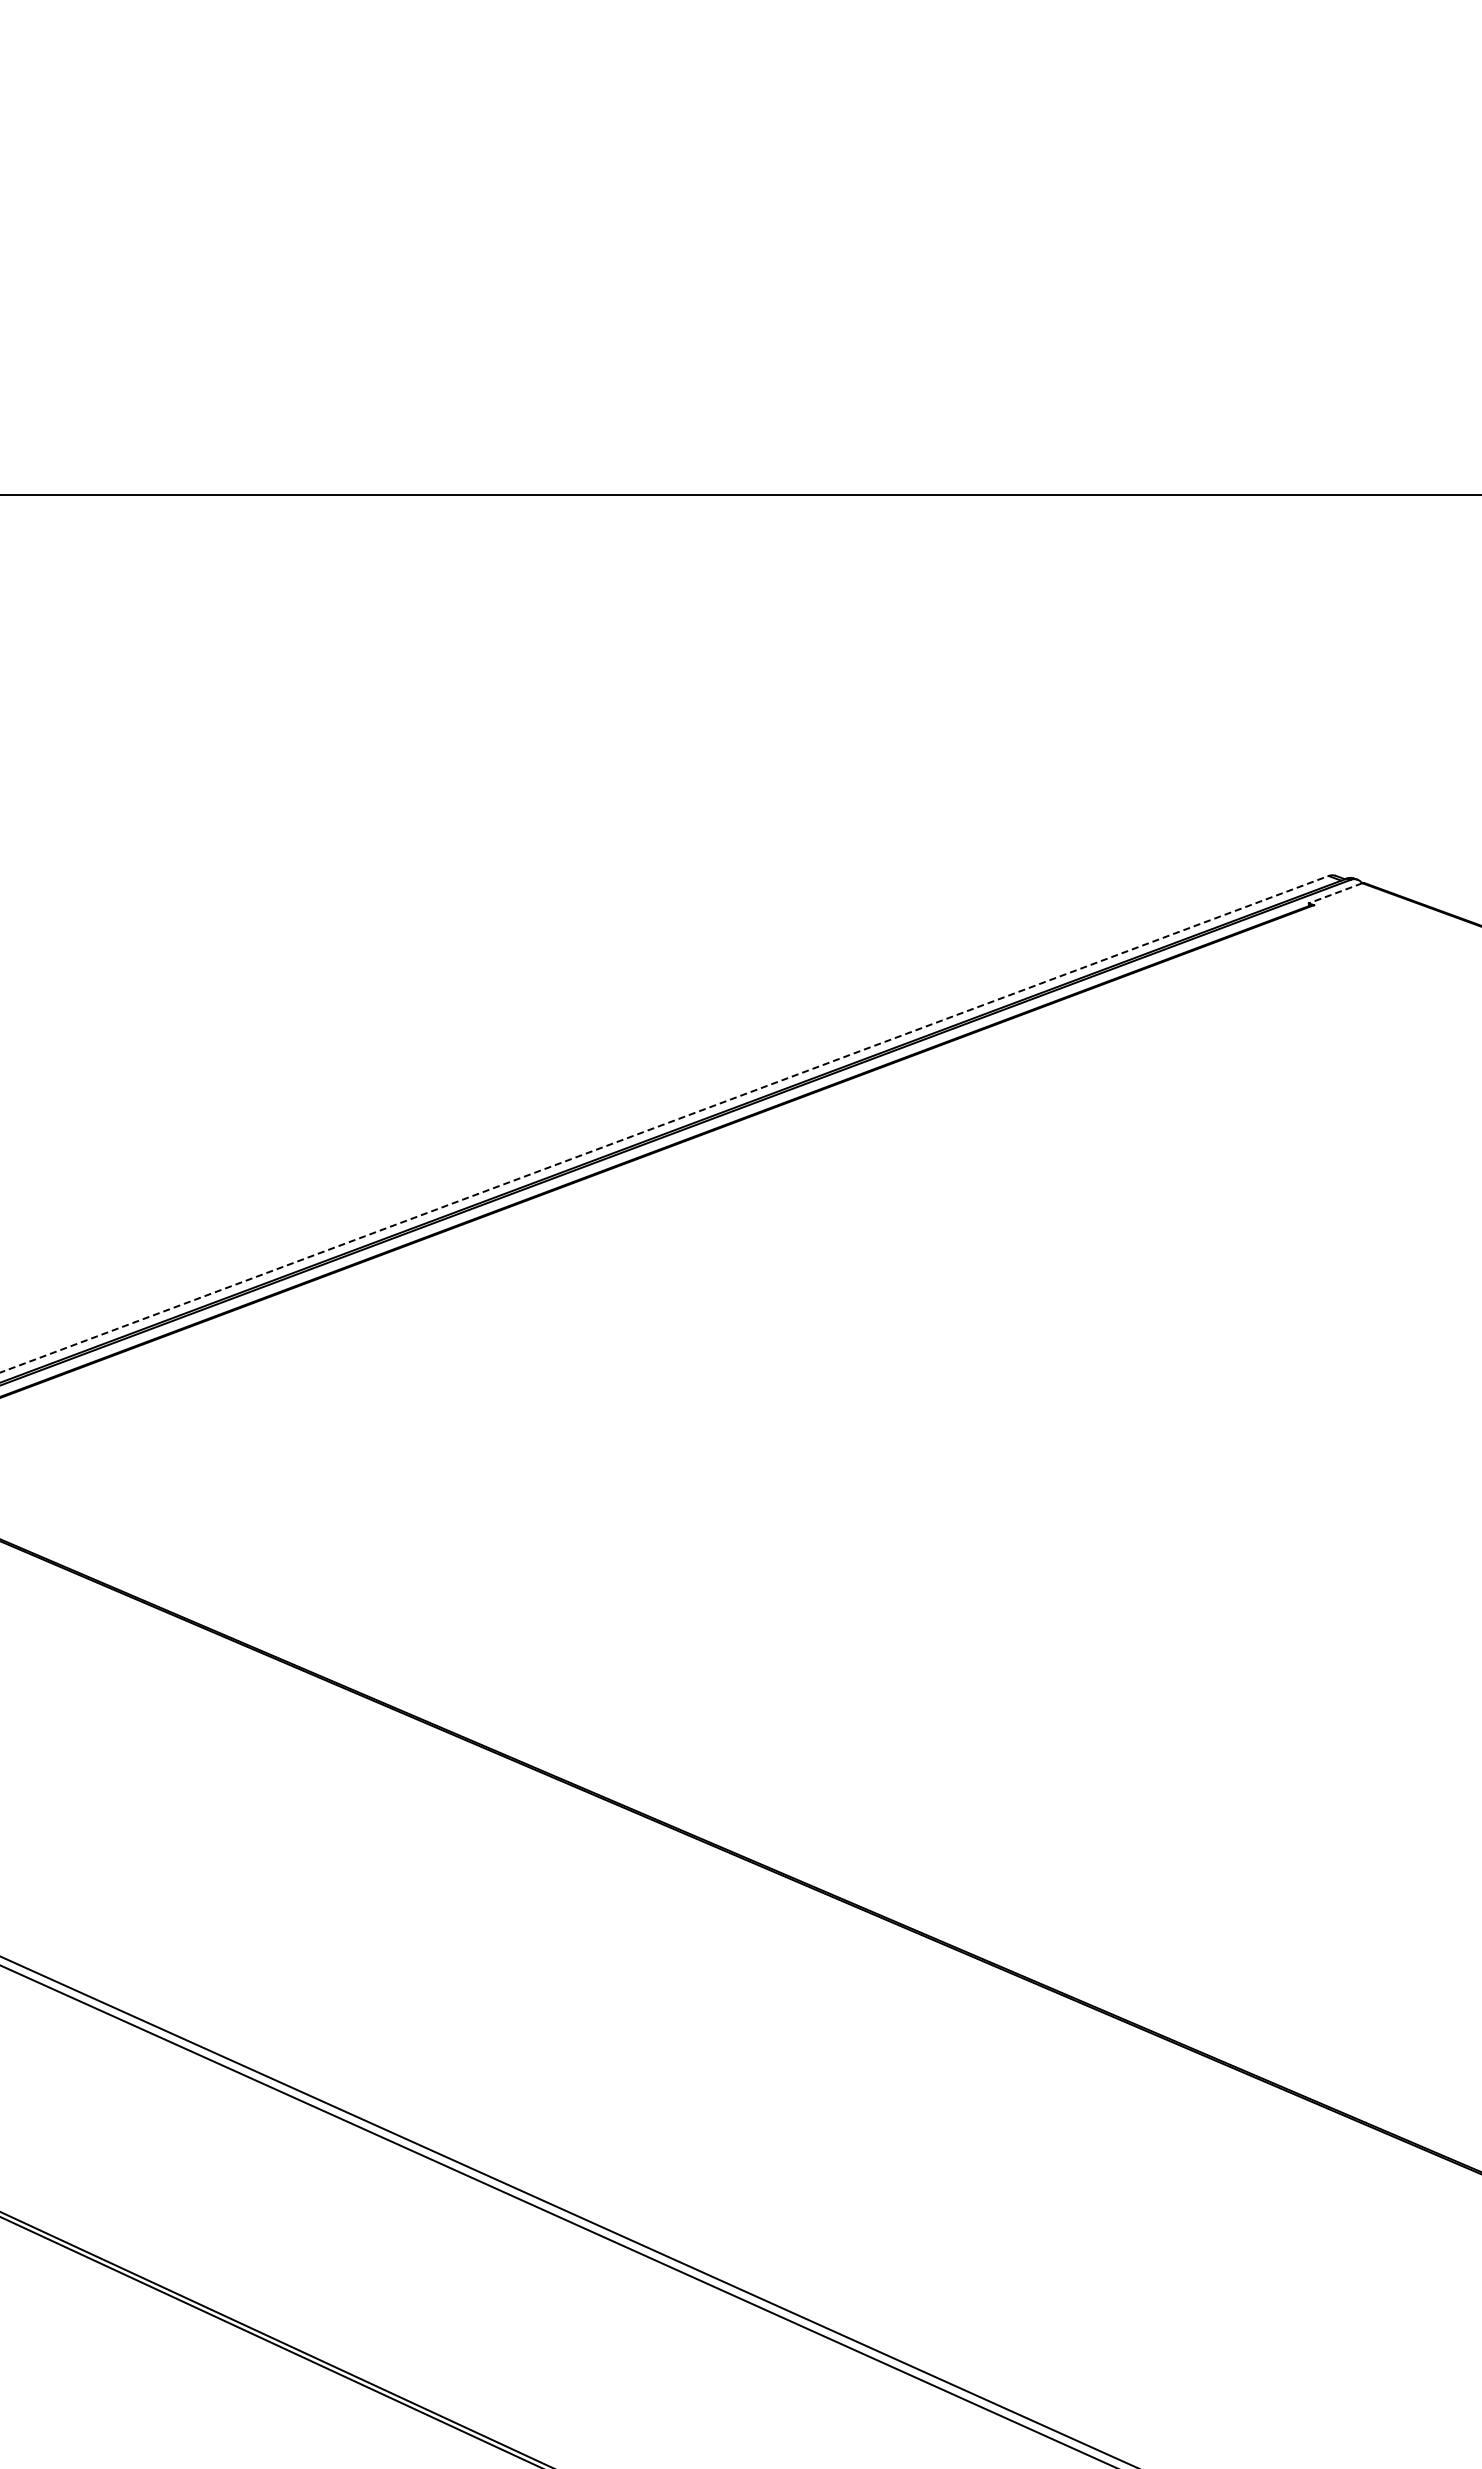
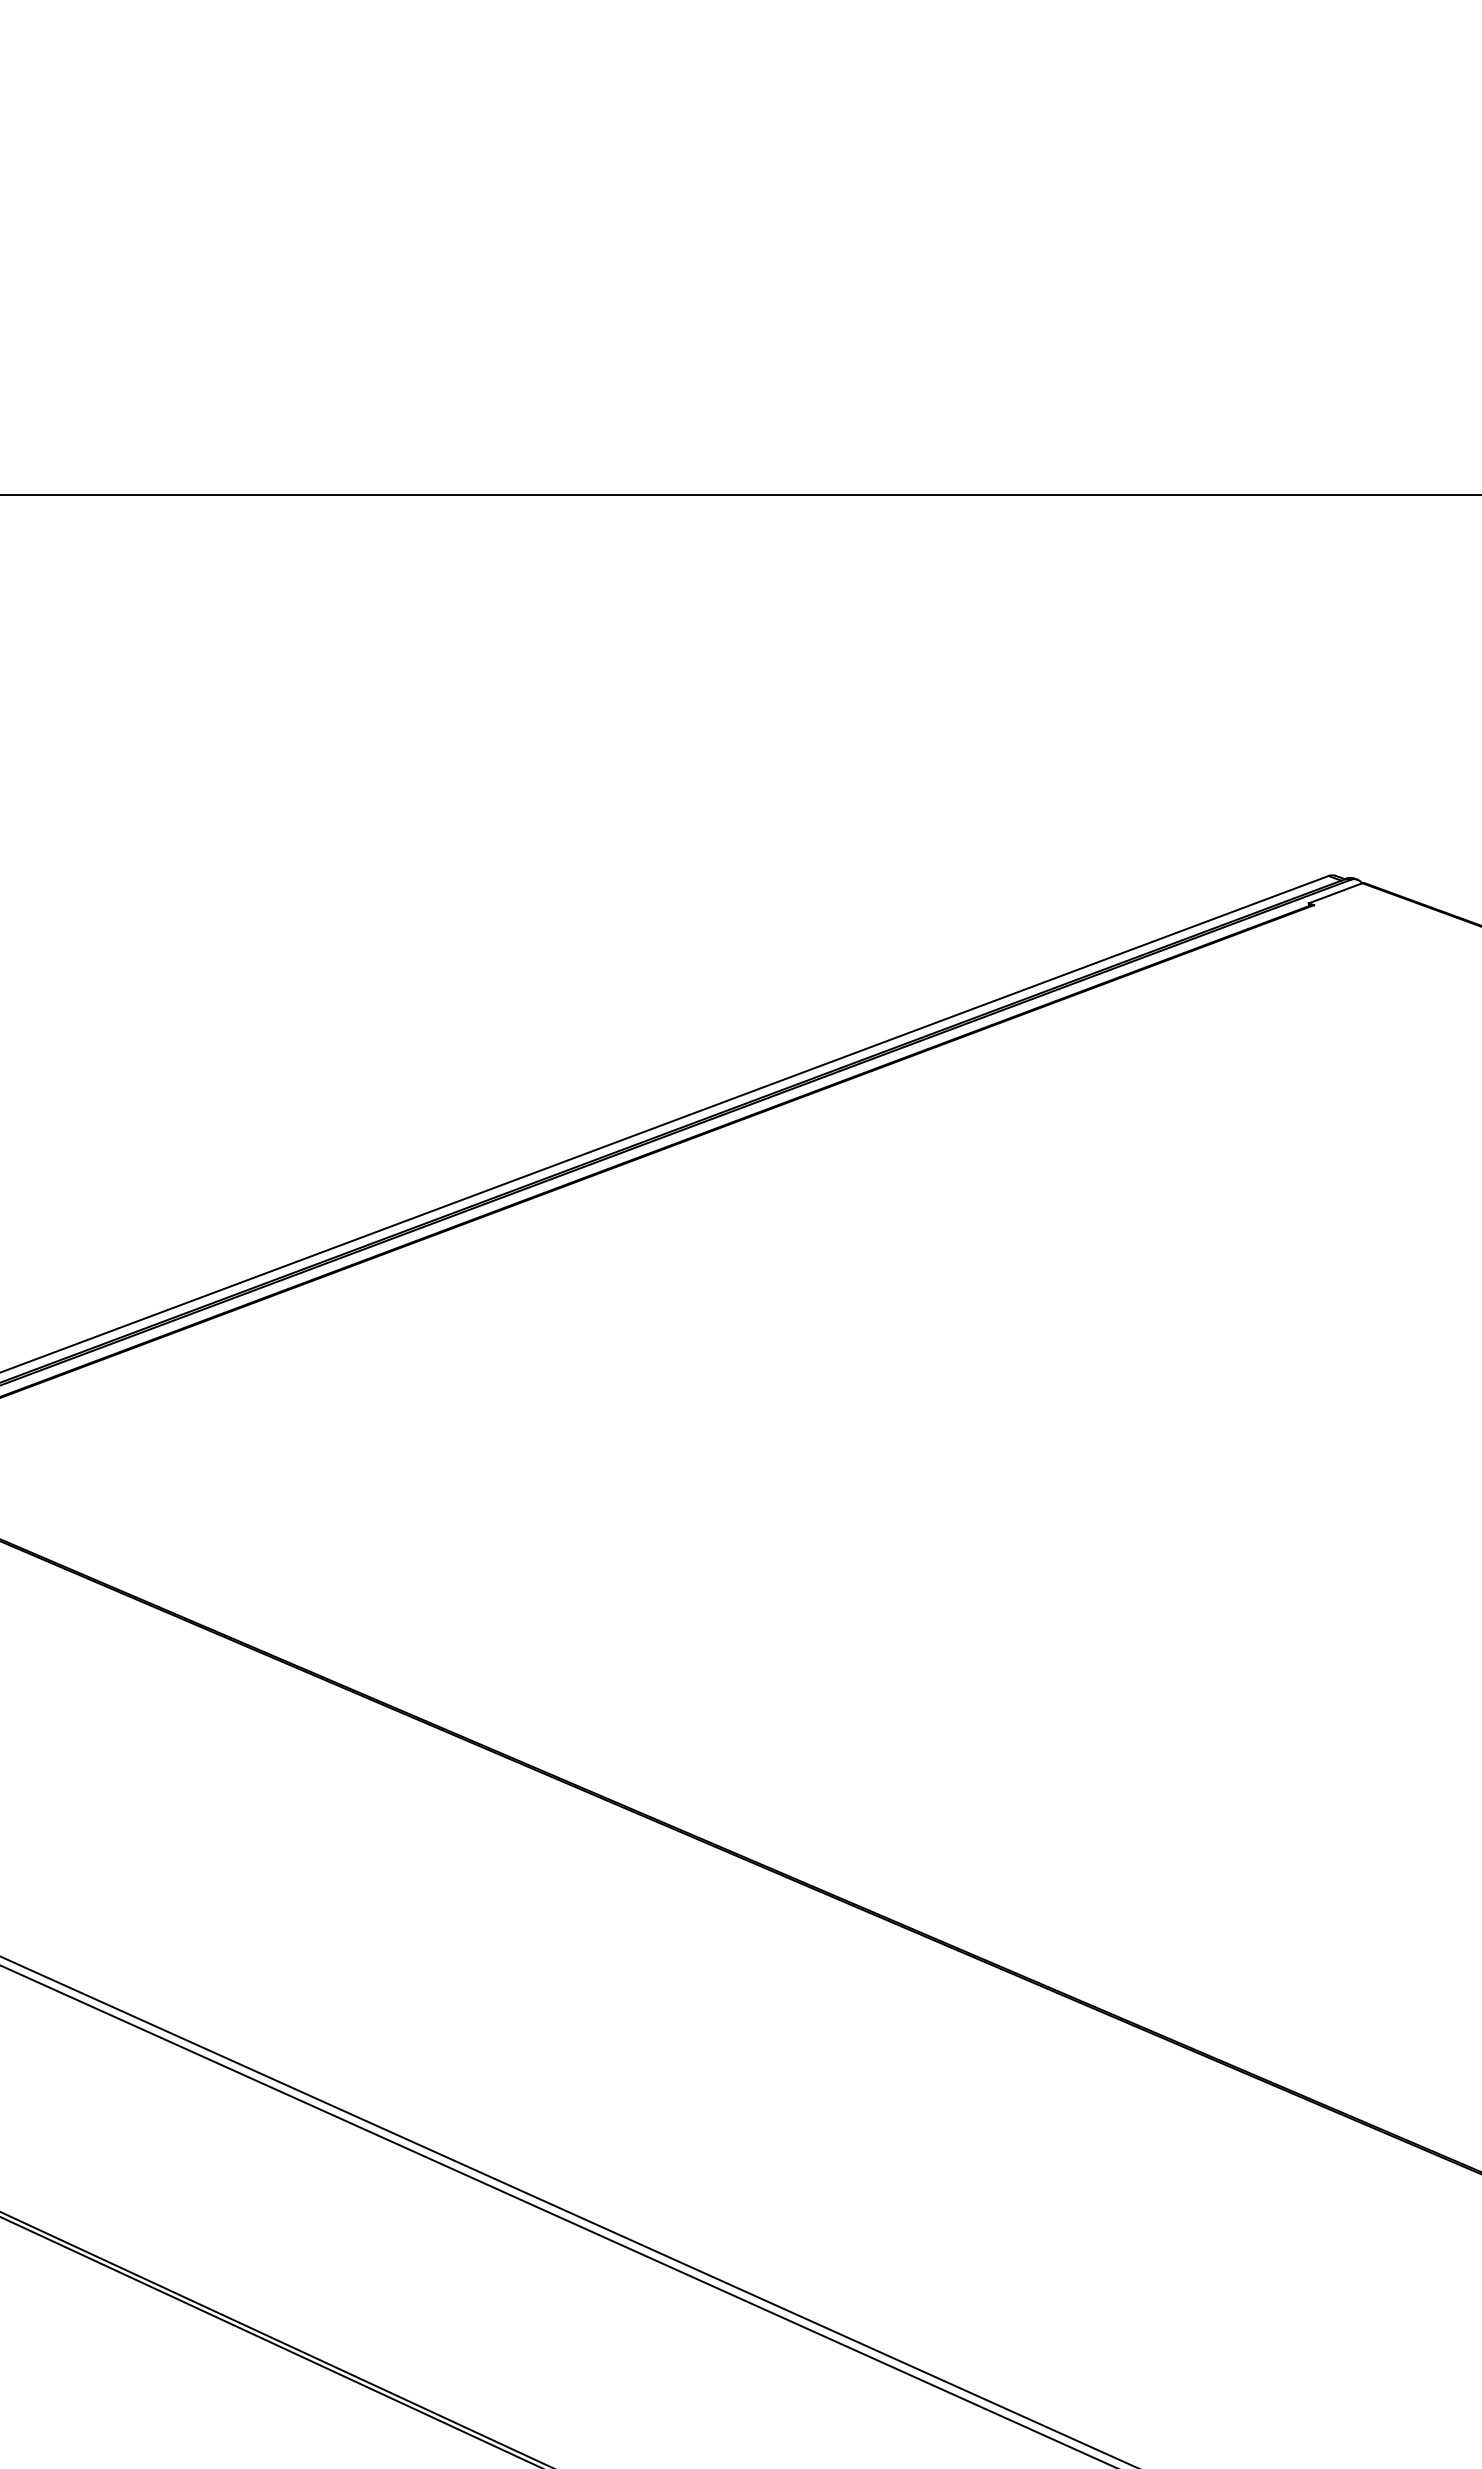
line at (1335, 893): dashed -> solid
line at (664, 1124): dashed -> solid
